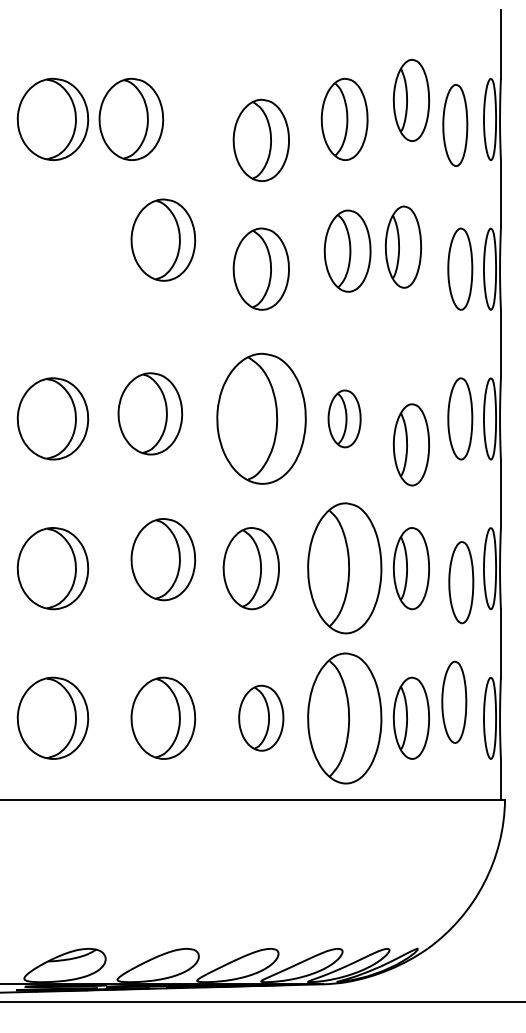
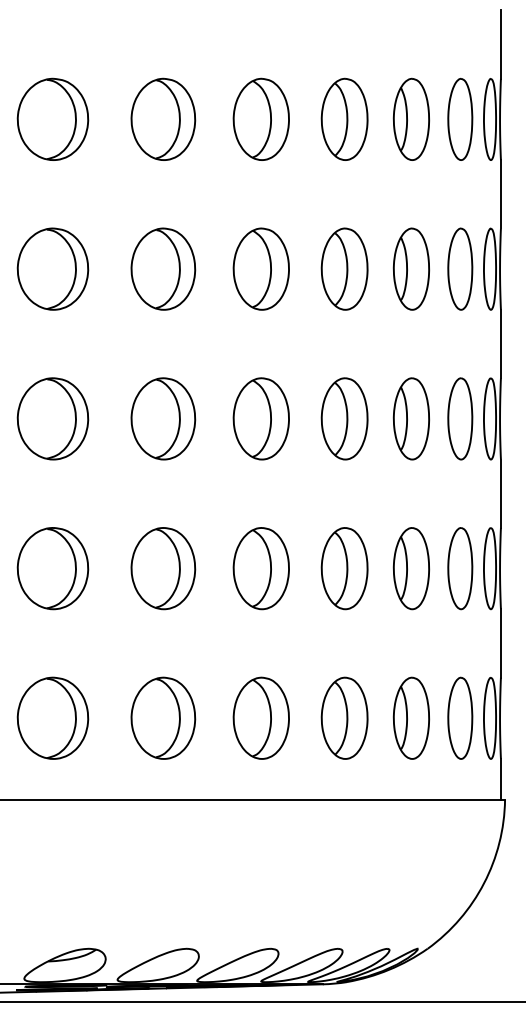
part at (410, 99) position: (410, 99) -> (410, 118)
part at (131, 118) position: (131, 118) -> (163, 118)
part at (455, 124) position: (455, 124) -> (460, 118)
part at (260, 139) position: (260, 139) -> (260, 118)
part at (163, 239) position: (163, 239) -> (163, 268)
part at (402, 246) position: (402, 246) -> (410, 268)
part at (347, 250) position: (347, 250) -> (344, 268)
part at (52, 268): none -> present
part at (150, 413) position: (150, 413) -> (163, 418)
part at (261, 418) size: 91x133 px -> 58x84 px
part at (344, 418) size: 35x60 px -> 49x84 px
part at (410, 444) position: (410, 444) -> (410, 418)
part at (163, 559) position: (163, 559) -> (163, 568)
part at (250, 568) position: (250, 568) -> (260, 568)
part at (344, 568) size: 76x133 px -> 49x84 px
part at (461, 582) position: (461, 582) -> (460, 568)
part at (454, 701) position: (454, 701) -> (460, 717)
part at (261, 717) size: 47x68 px -> 58x84 px
part at (344, 718) size: 76x133 px -> 49x84 px
